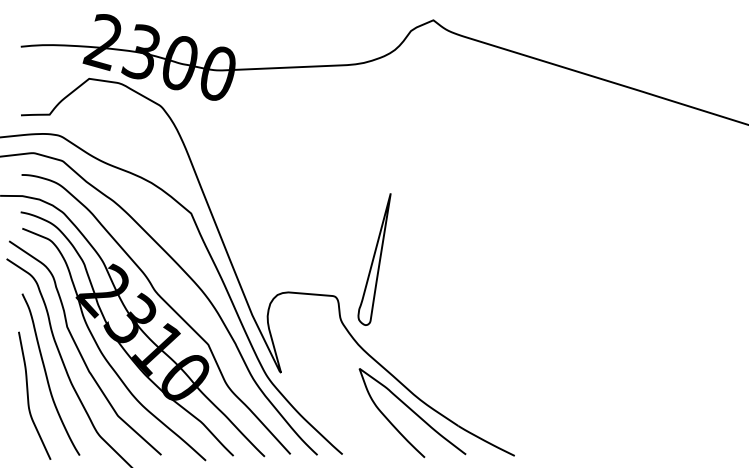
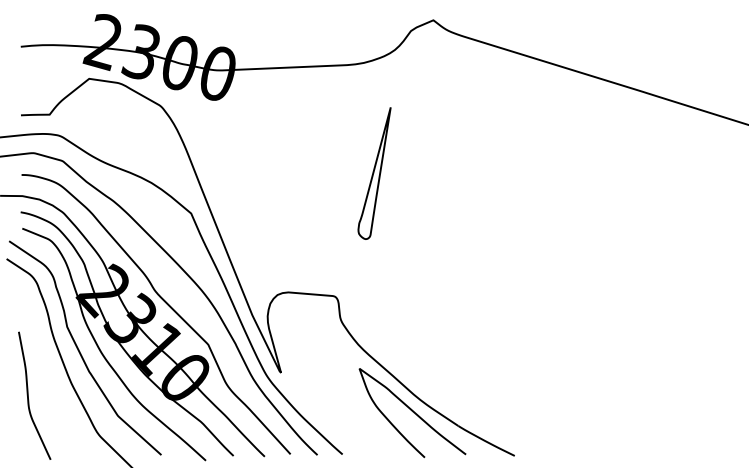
part at (374, 259) position: (374, 259) -> (374, 173)
curve at (47, 375): present -> none
